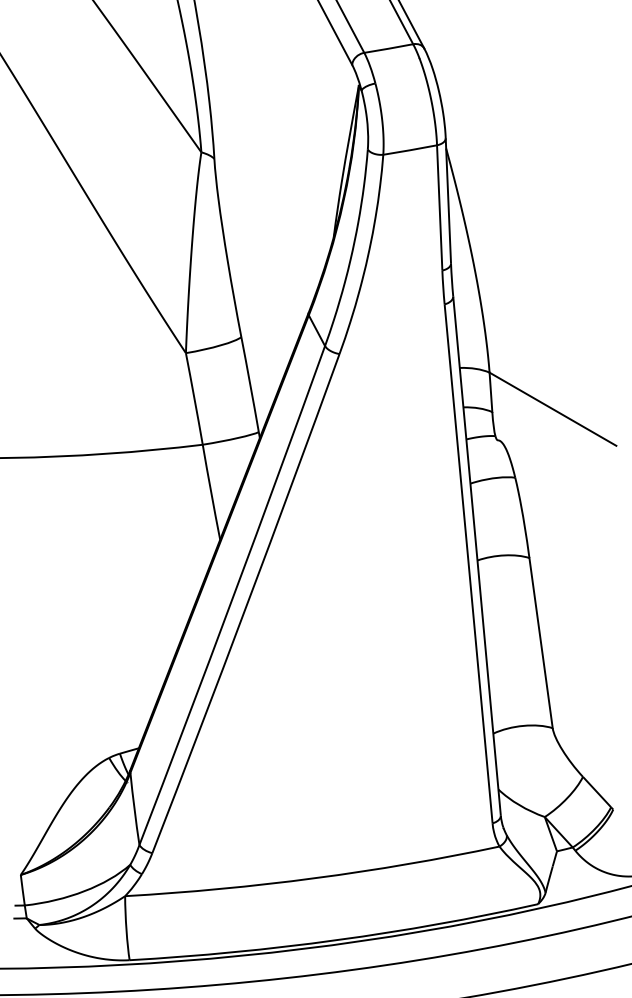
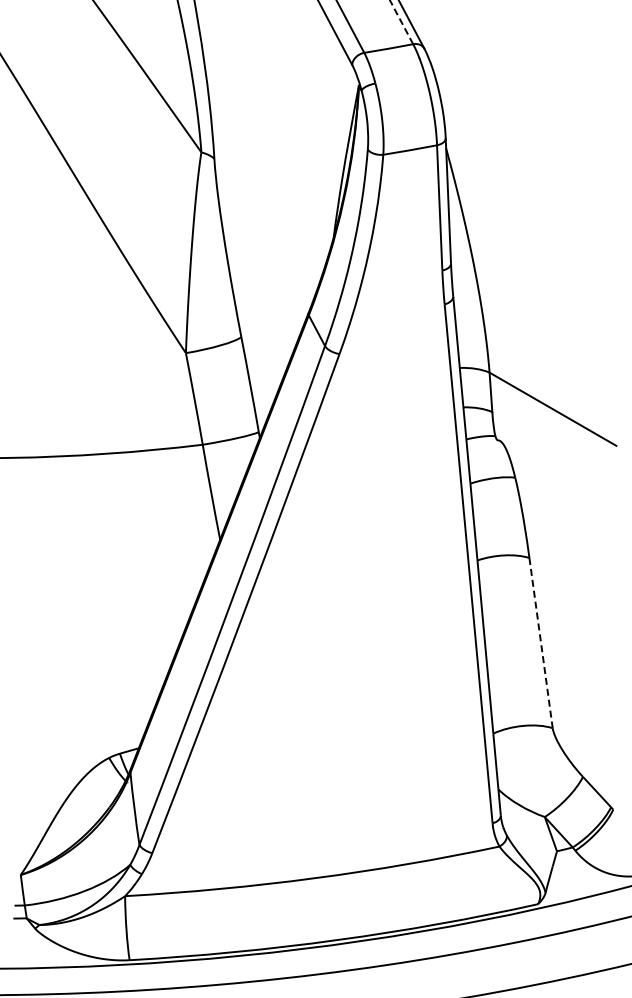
line at (401, 22): solid -> dashed
line at (541, 643): solid -> dashed
